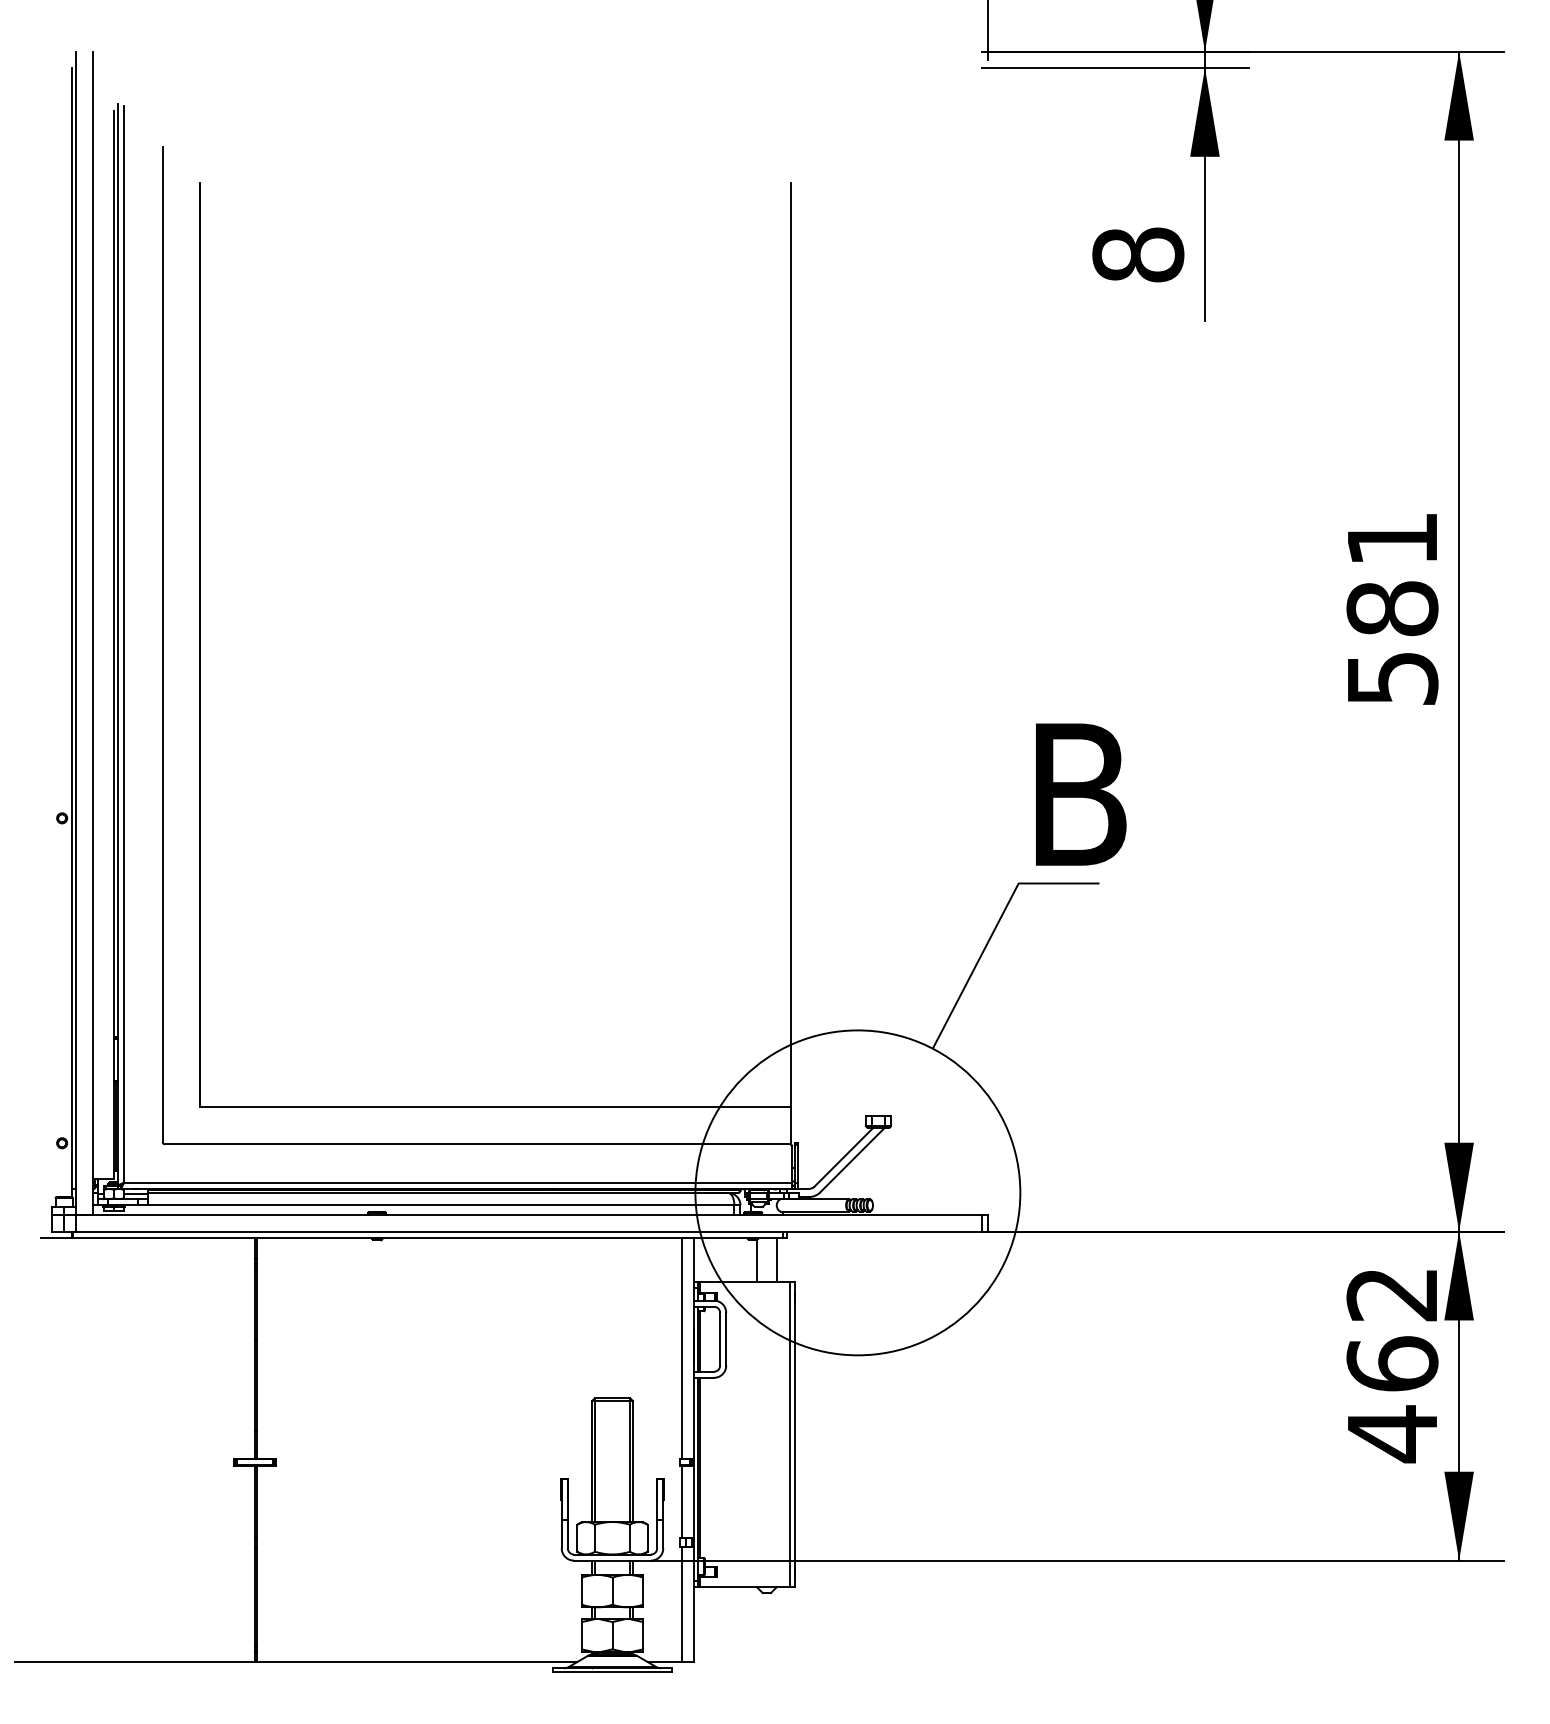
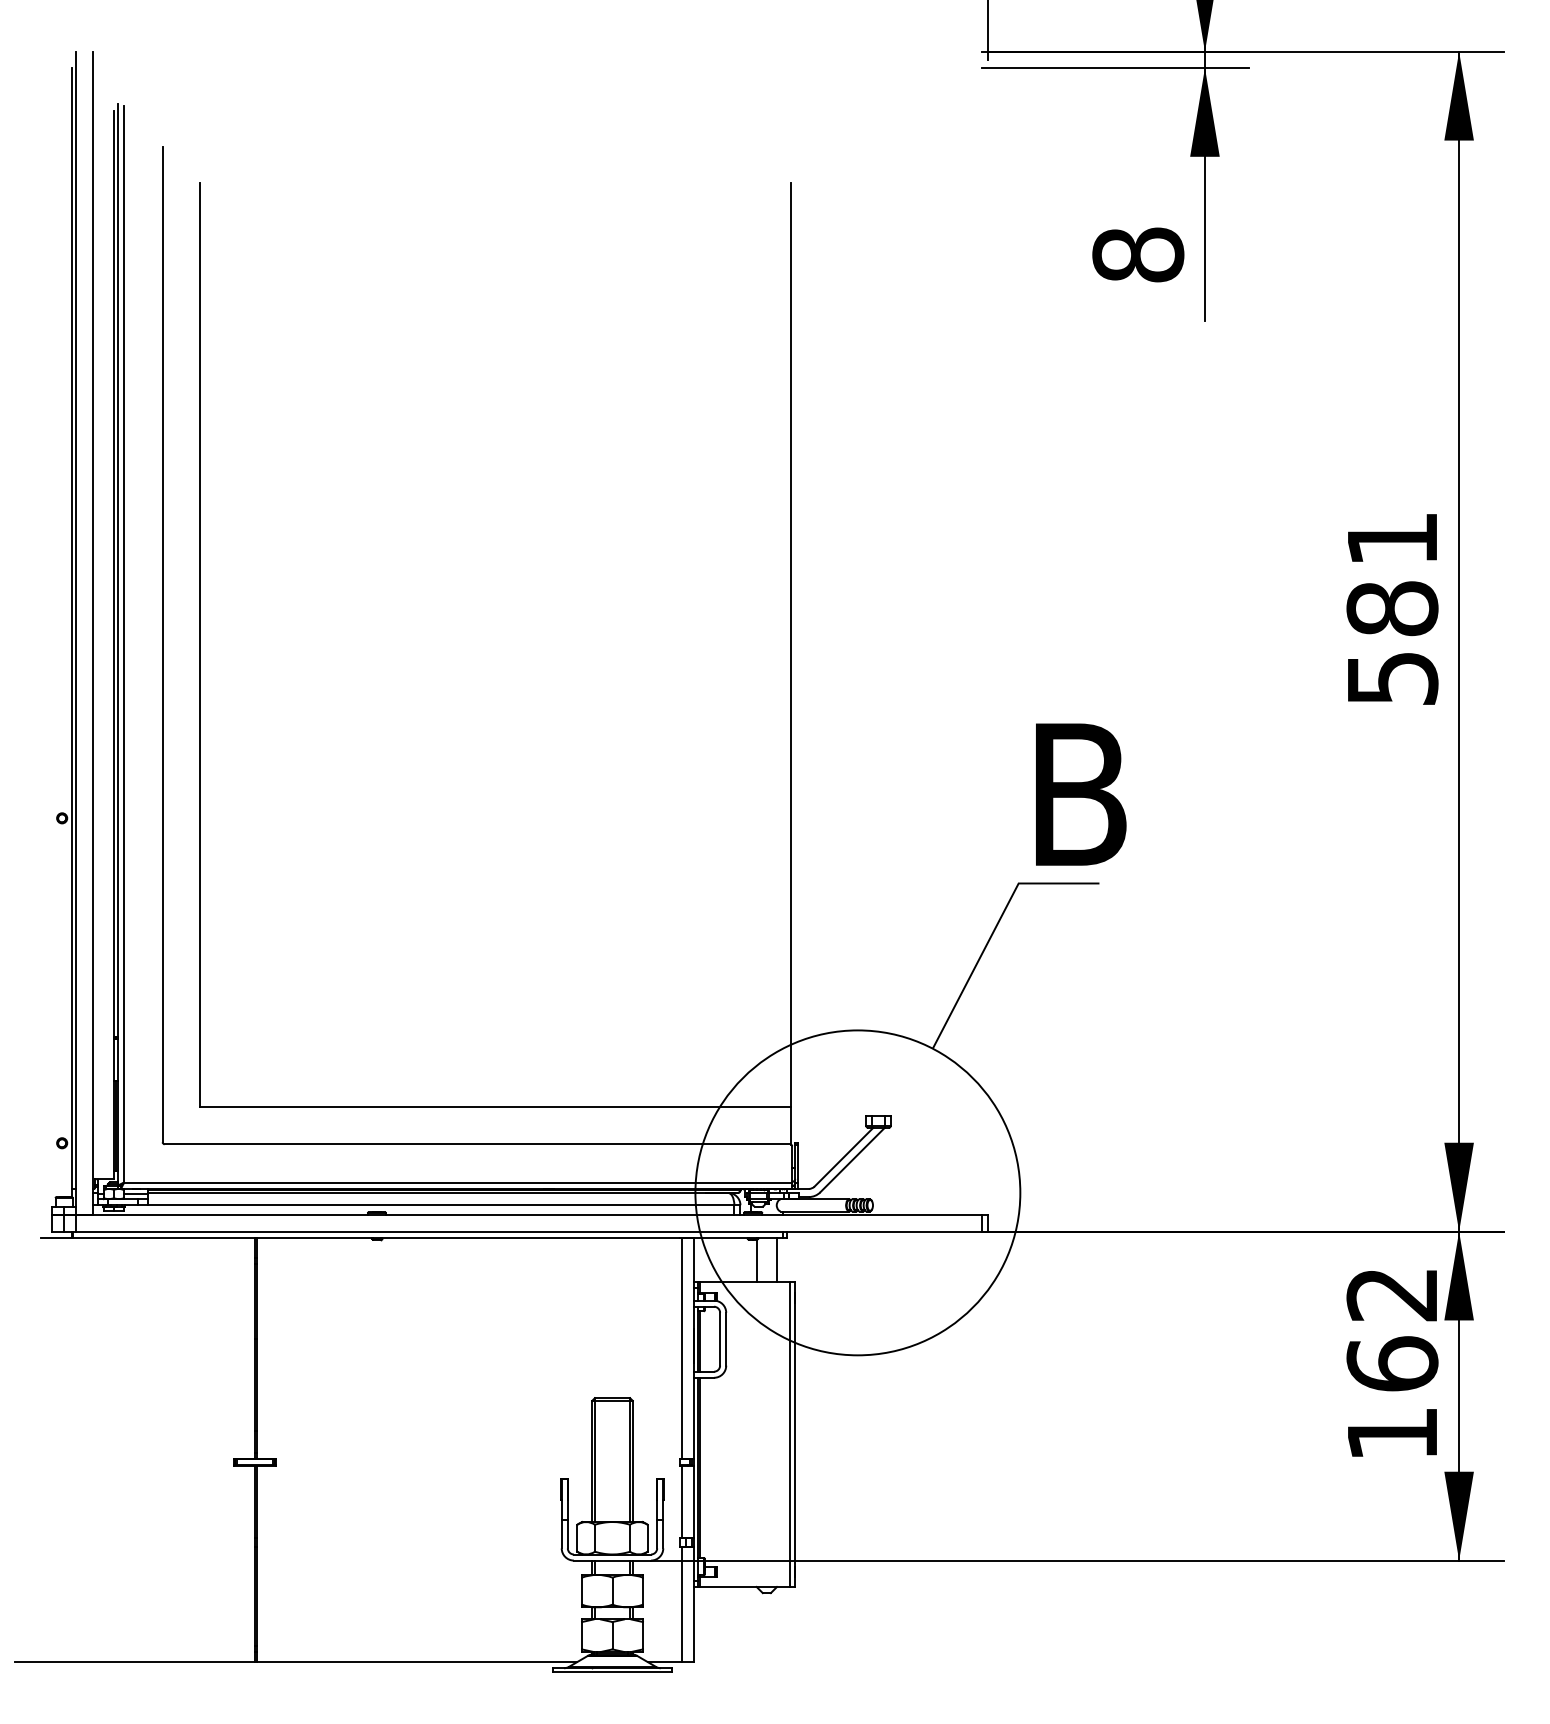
text at (1392, 1434): 462 -> 162
